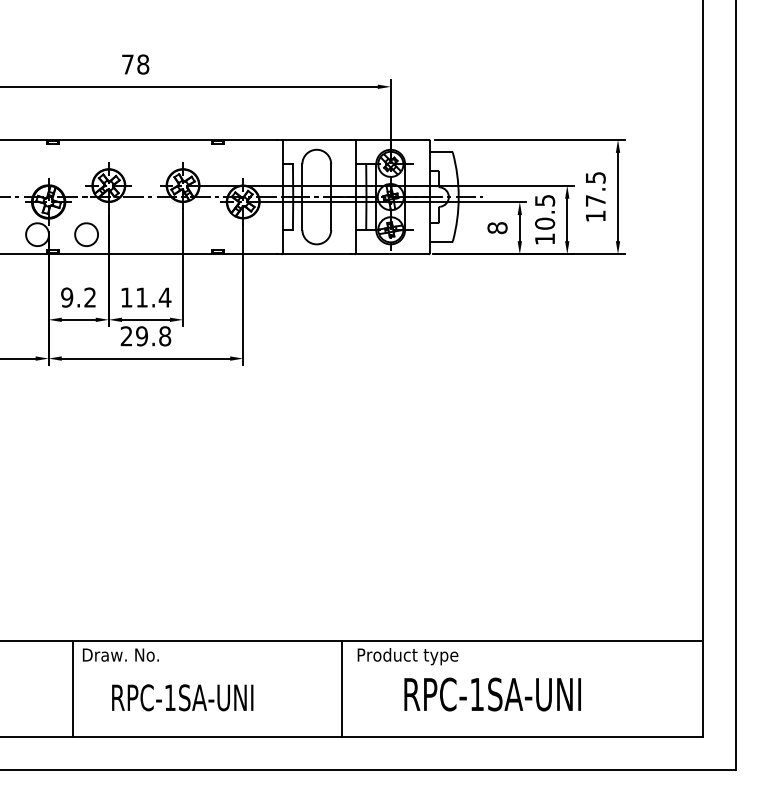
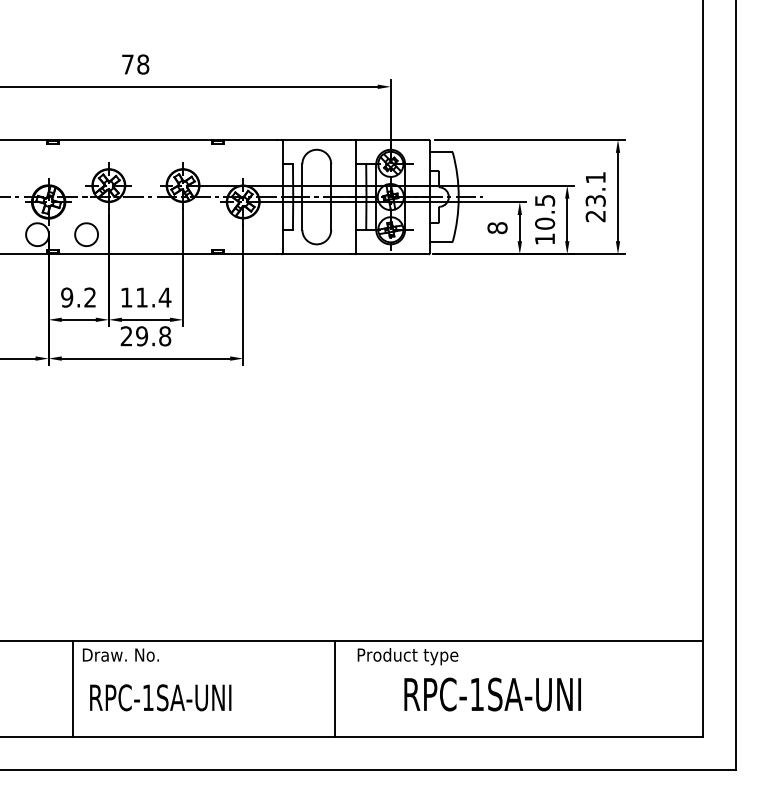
text at (595, 197): 17.5 -> 23.1
line at (341, 689) position: (341, 689) -> (334, 689)
text at (182, 697) position: (182, 697) -> (160, 697)
